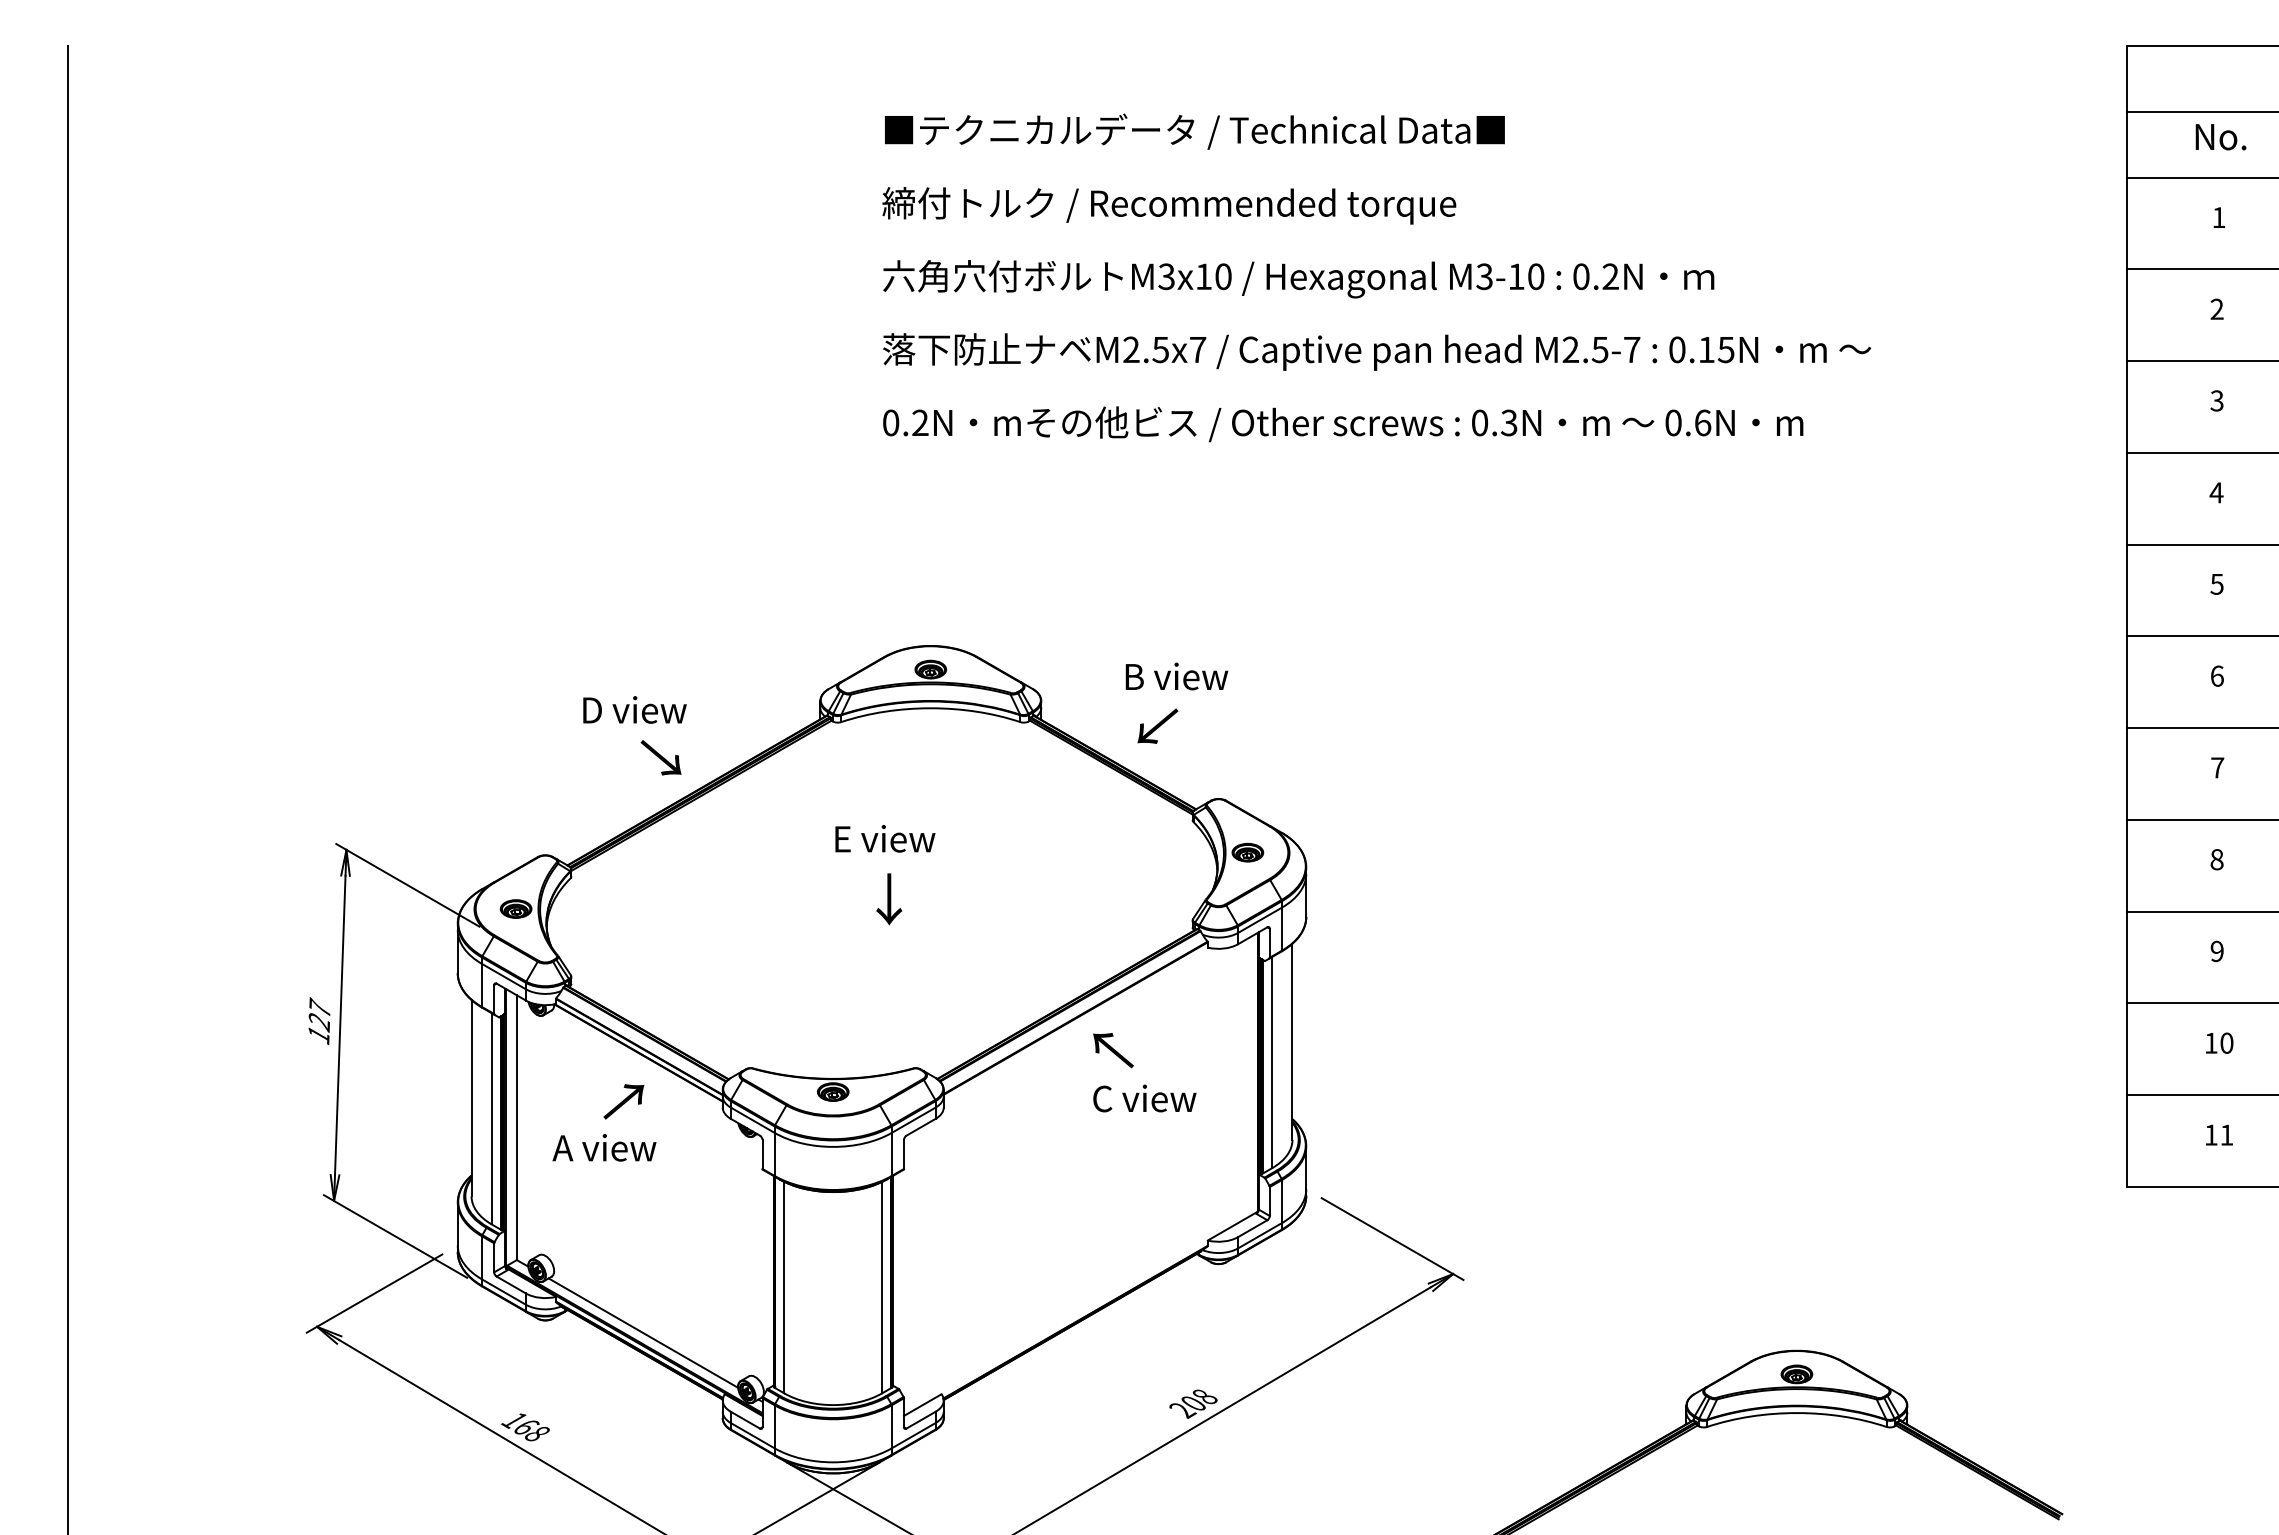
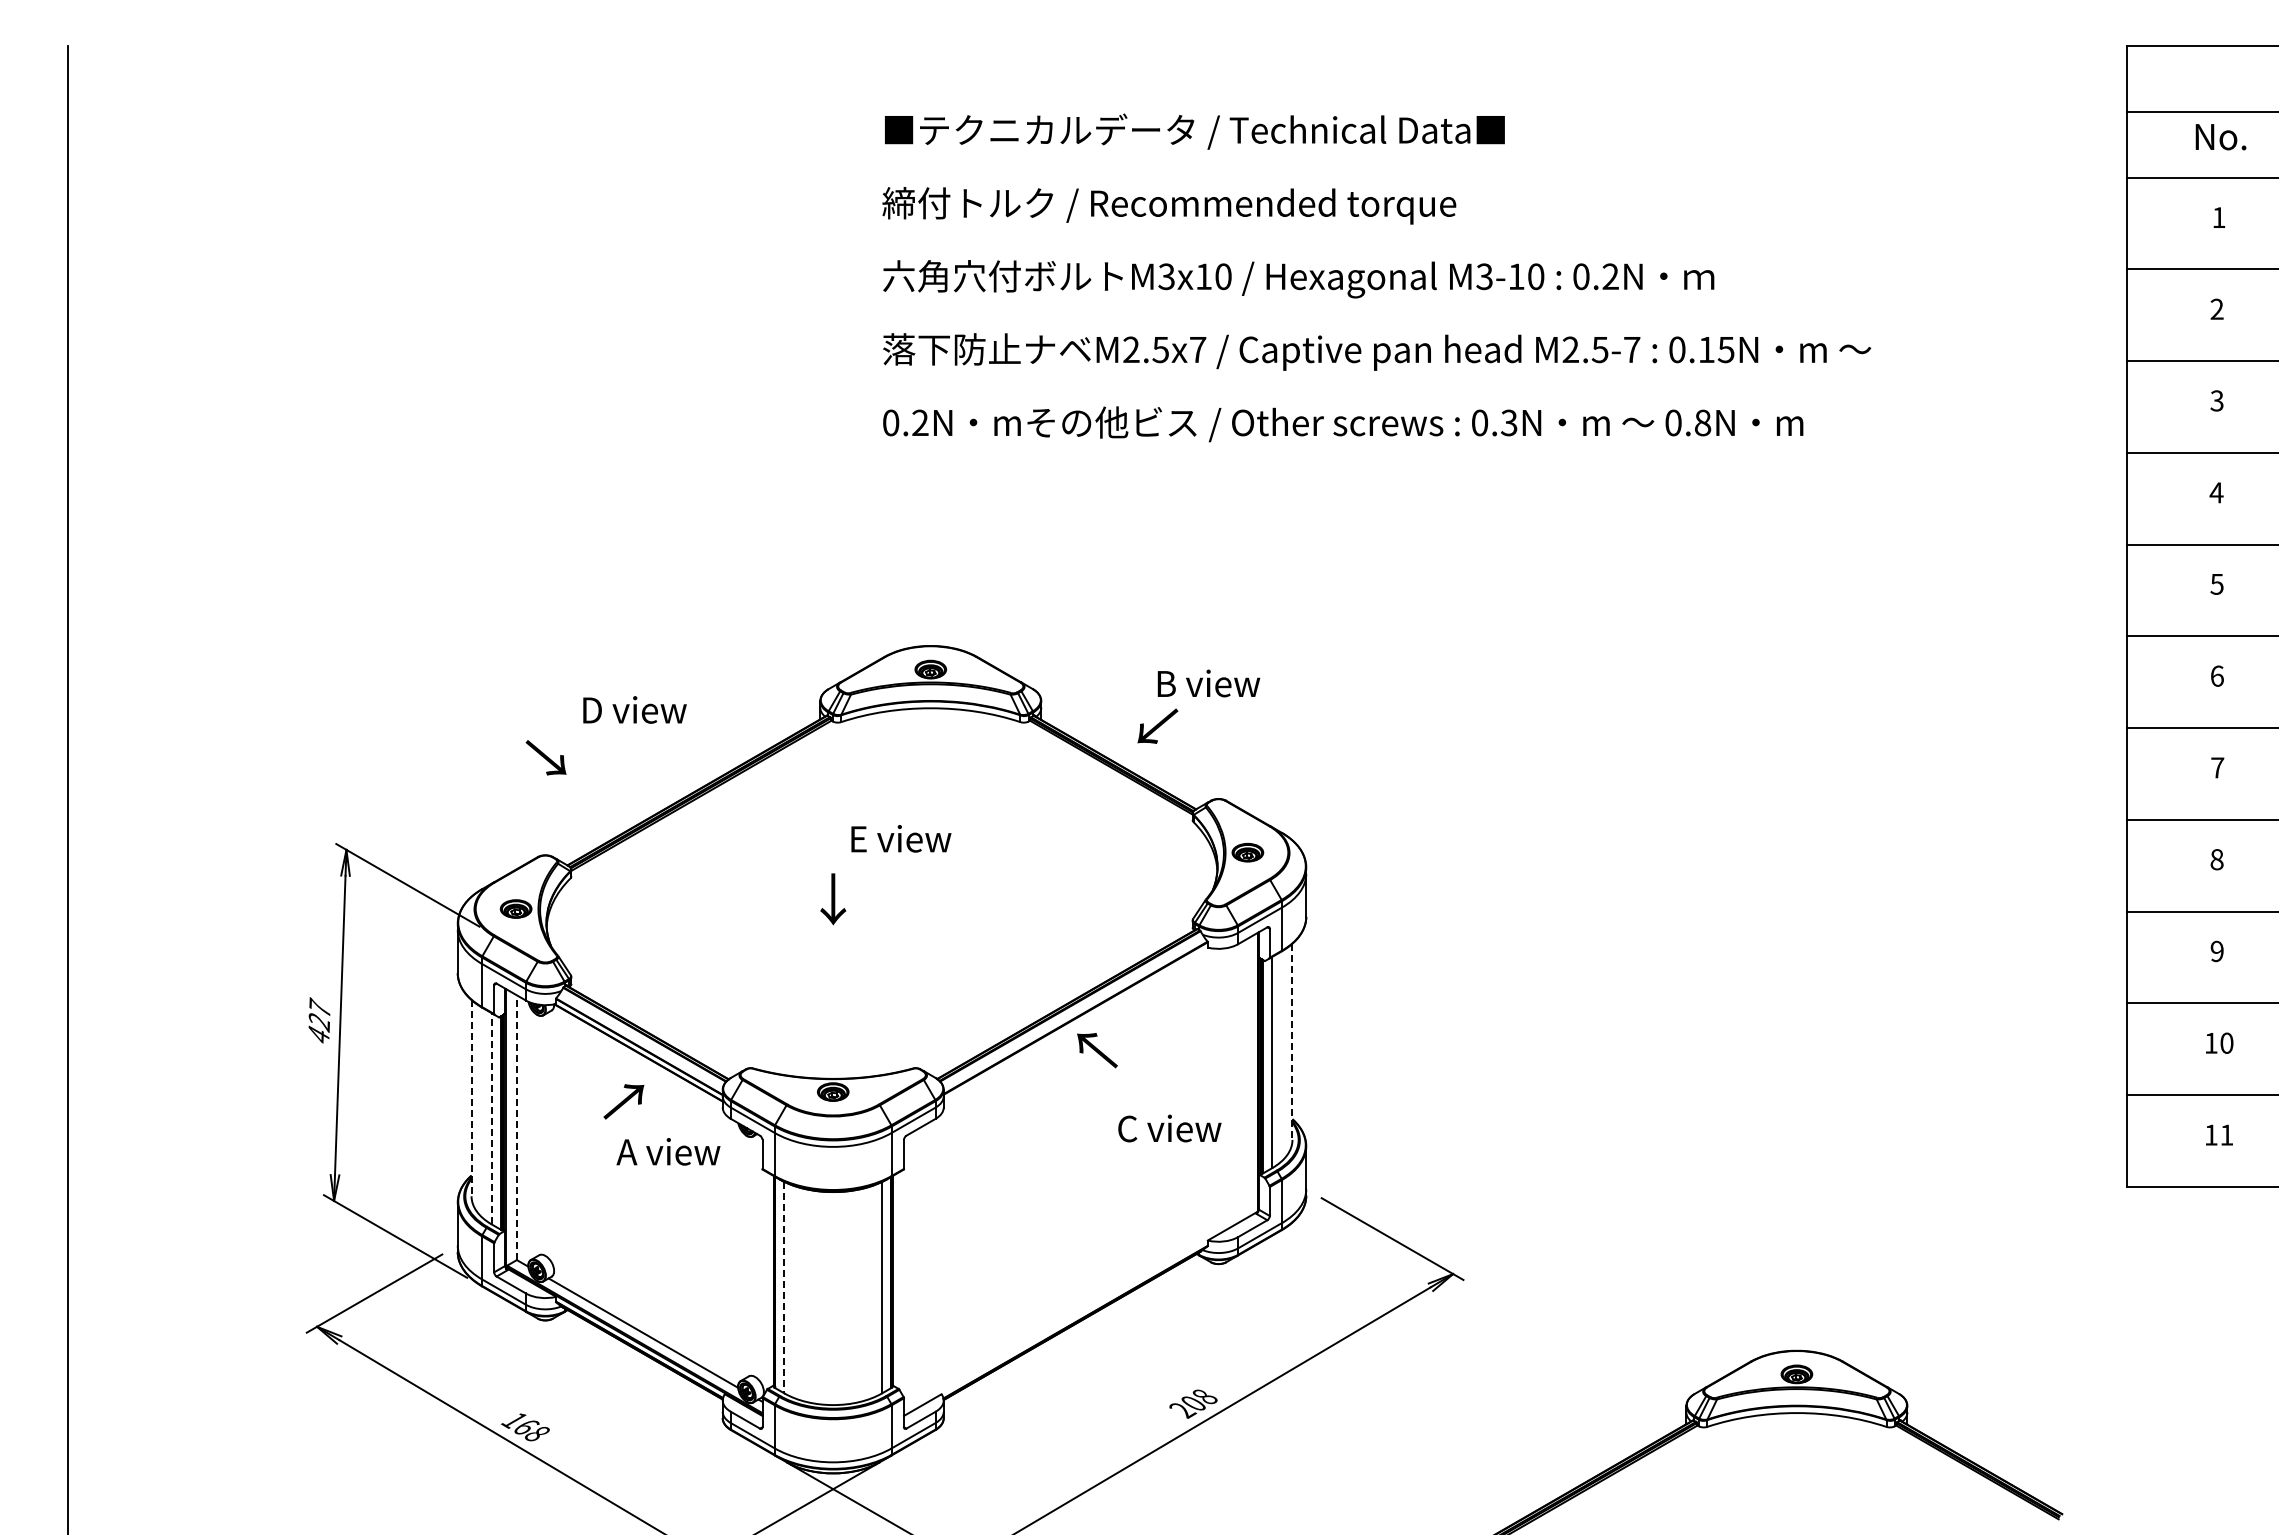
text at (1702, 422): 0.6N -> 0.8N
text at (1176, 676) position: (1176, 676) -> (1208, 683)
text at (660, 757) position: (660, 757) -> (545, 757)
text at (885, 838) position: (885, 838) -> (901, 838)
text at (889, 899) position: (889, 899) -> (833, 899)
text at (318, 1035): 127 -> 427
line at (1292, 1042): solid -> dashed
text at (1113, 1050) position: (1113, 1050) -> (1097, 1050)
line at (471, 1098): solid -> dashed
text at (1144, 1098) position: (1144, 1098) -> (1169, 1128)
line at (491, 1118): solid -> dashed
line at (516, 1127): solid -> dashed
text at (604, 1147) position: (604, 1147) -> (668, 1151)
line at (784, 1287): solid -> dashed
